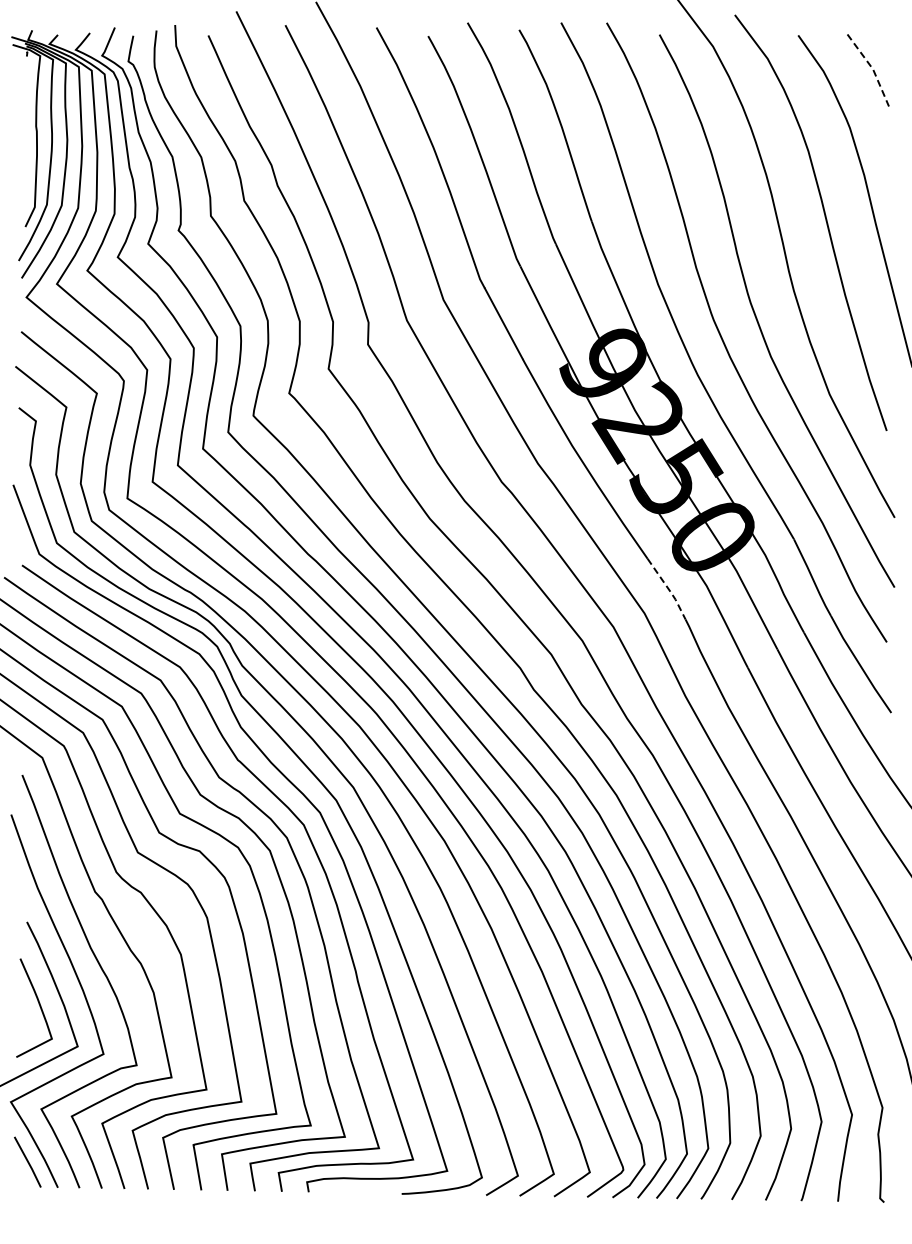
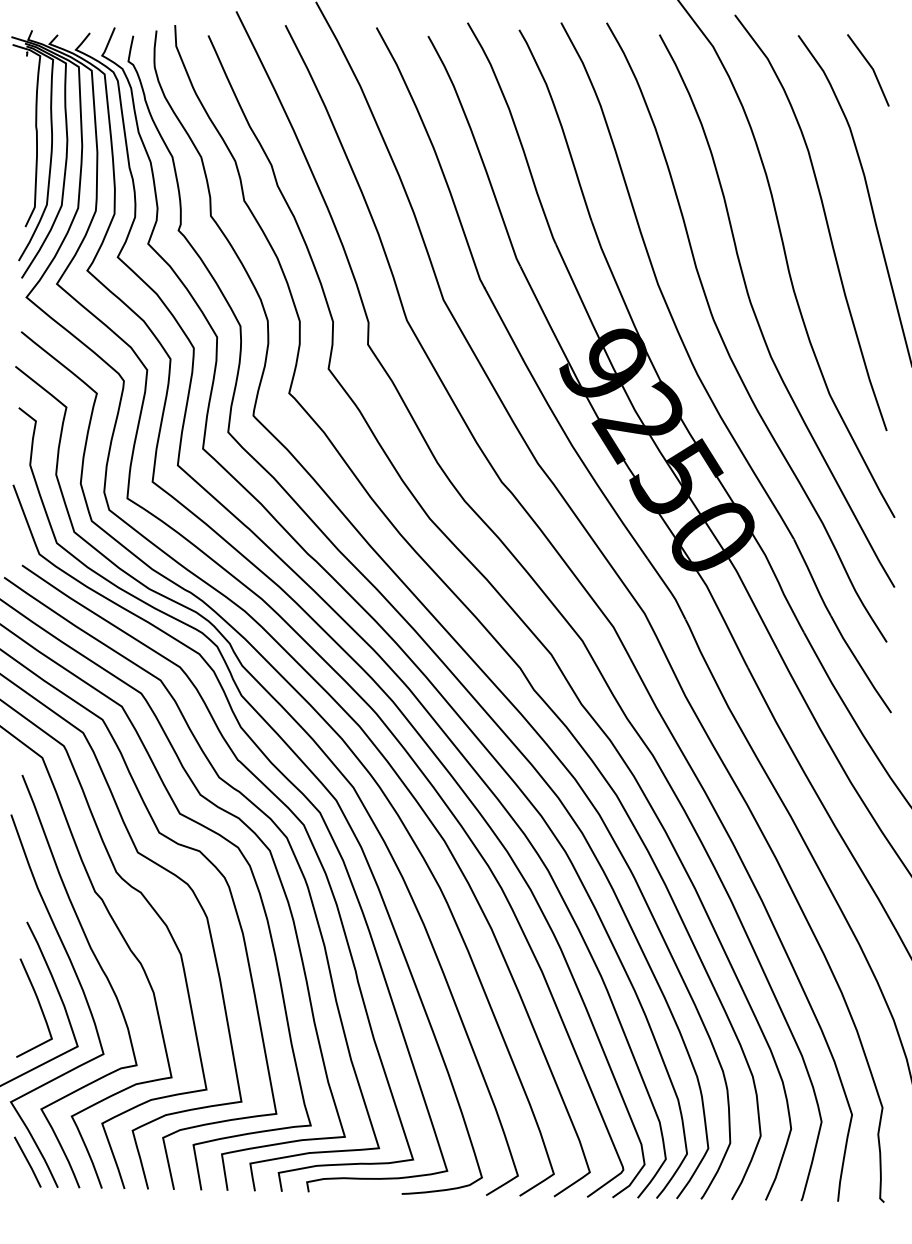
line at (872, 68): dashed -> solid
line at (669, 589): dashed -> solid
